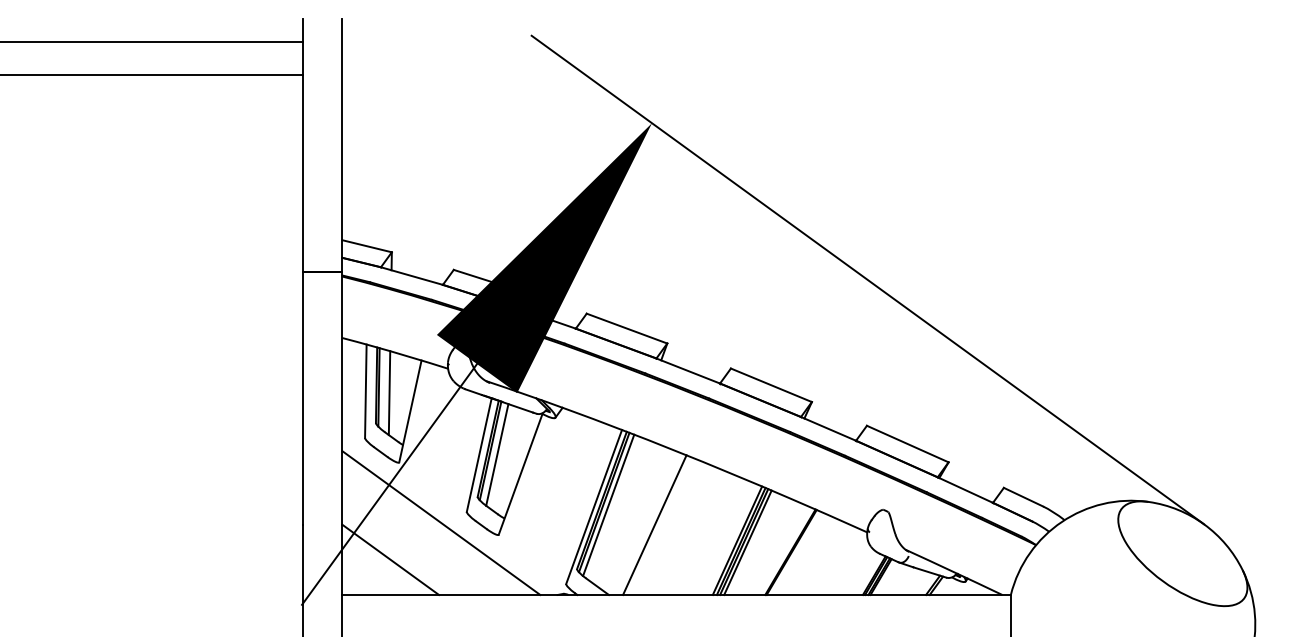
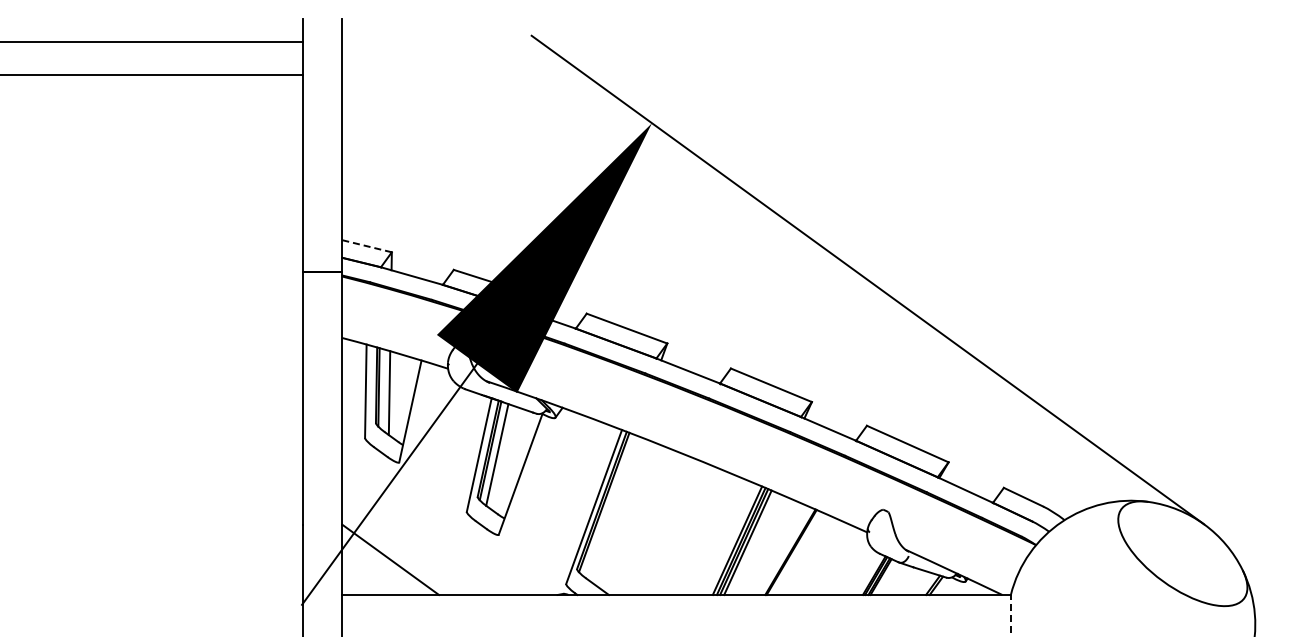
line at (366, 246): solid -> dashed
line at (608, 505): present -> none
line at (441, 522): present -> none
line at (654, 524): present -> none
line at (1010, 615): solid -> dashed
